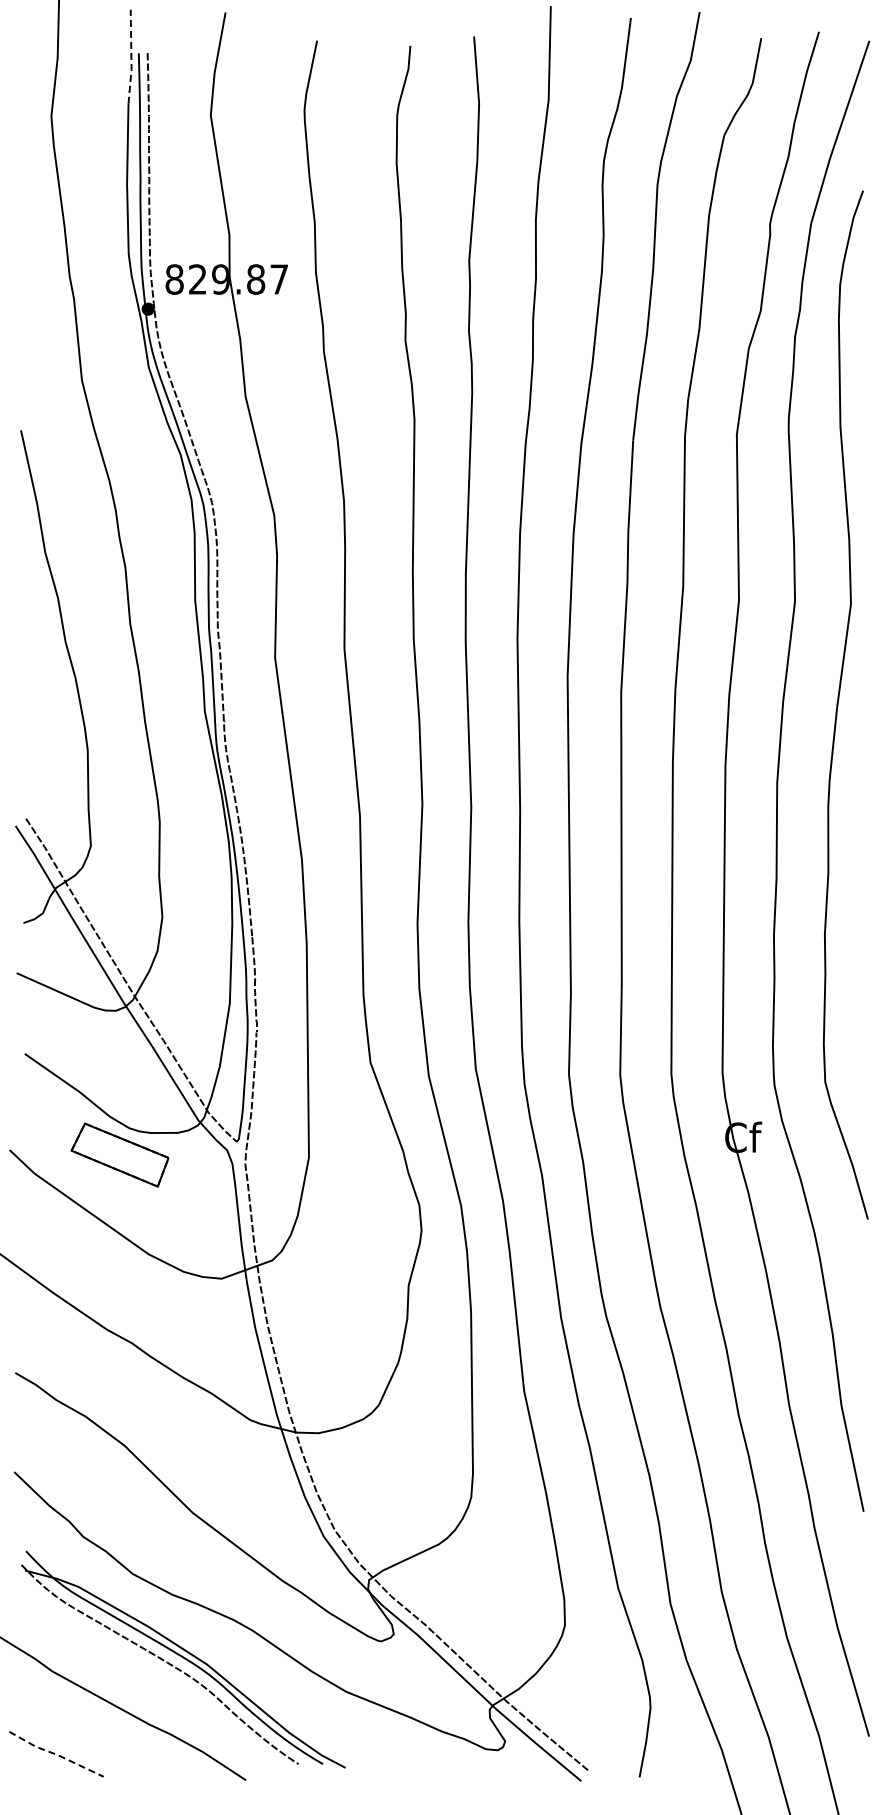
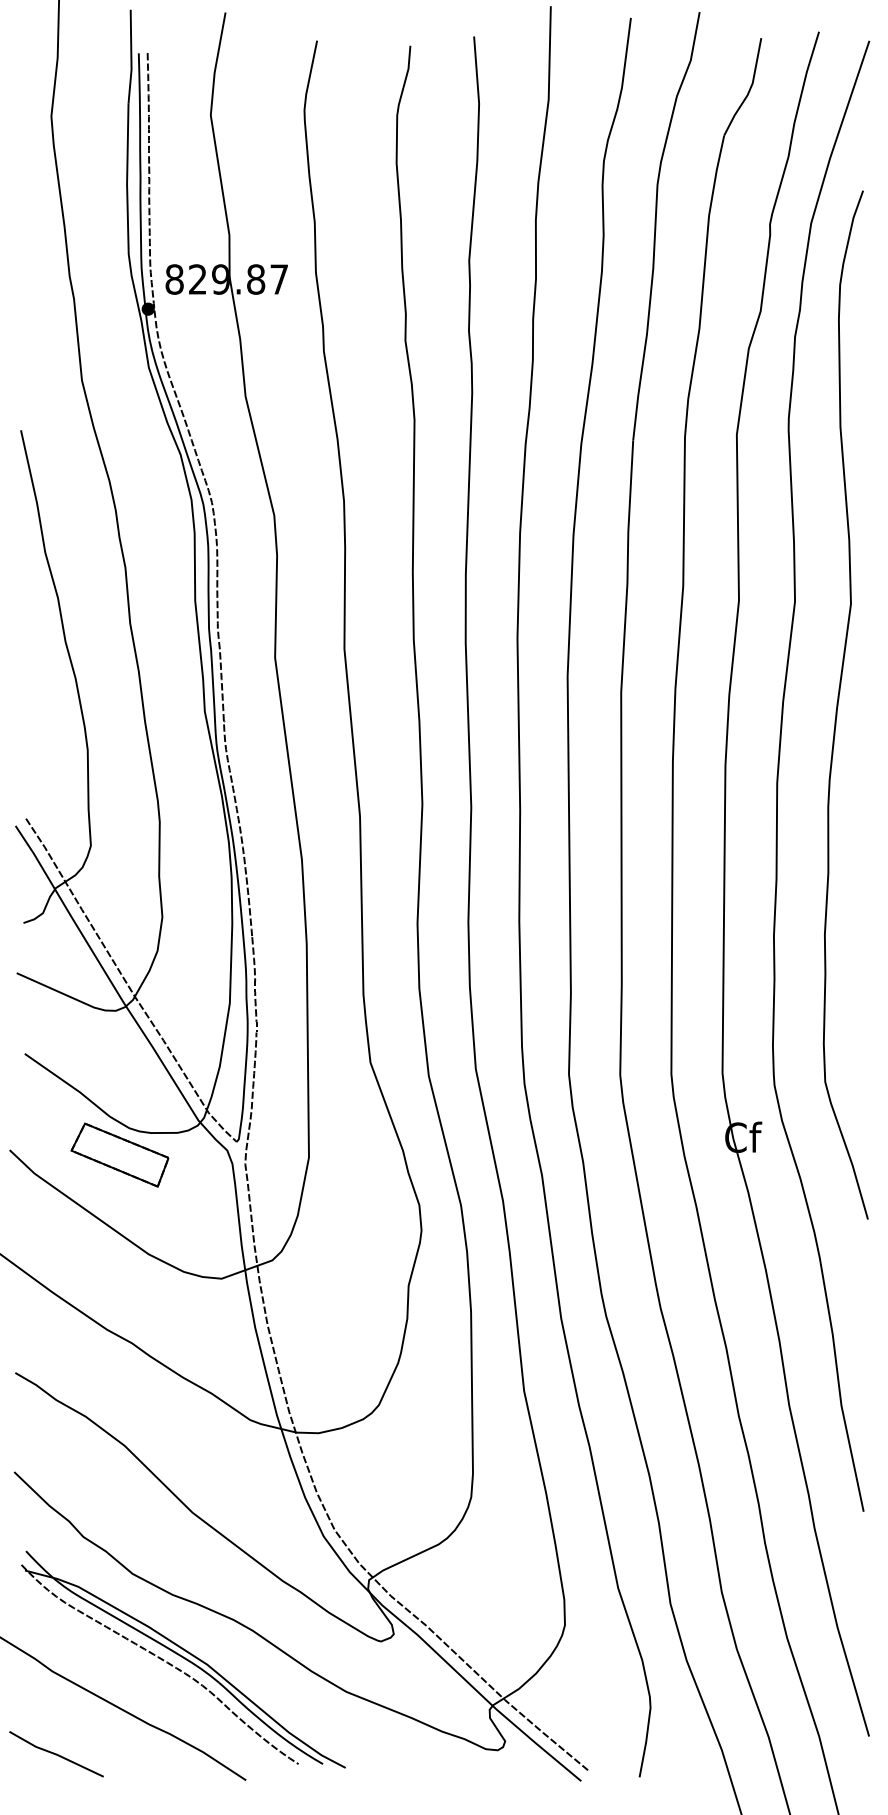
line at (131, 57): dashed -> solid
line at (56, 1754): dashed -> solid
